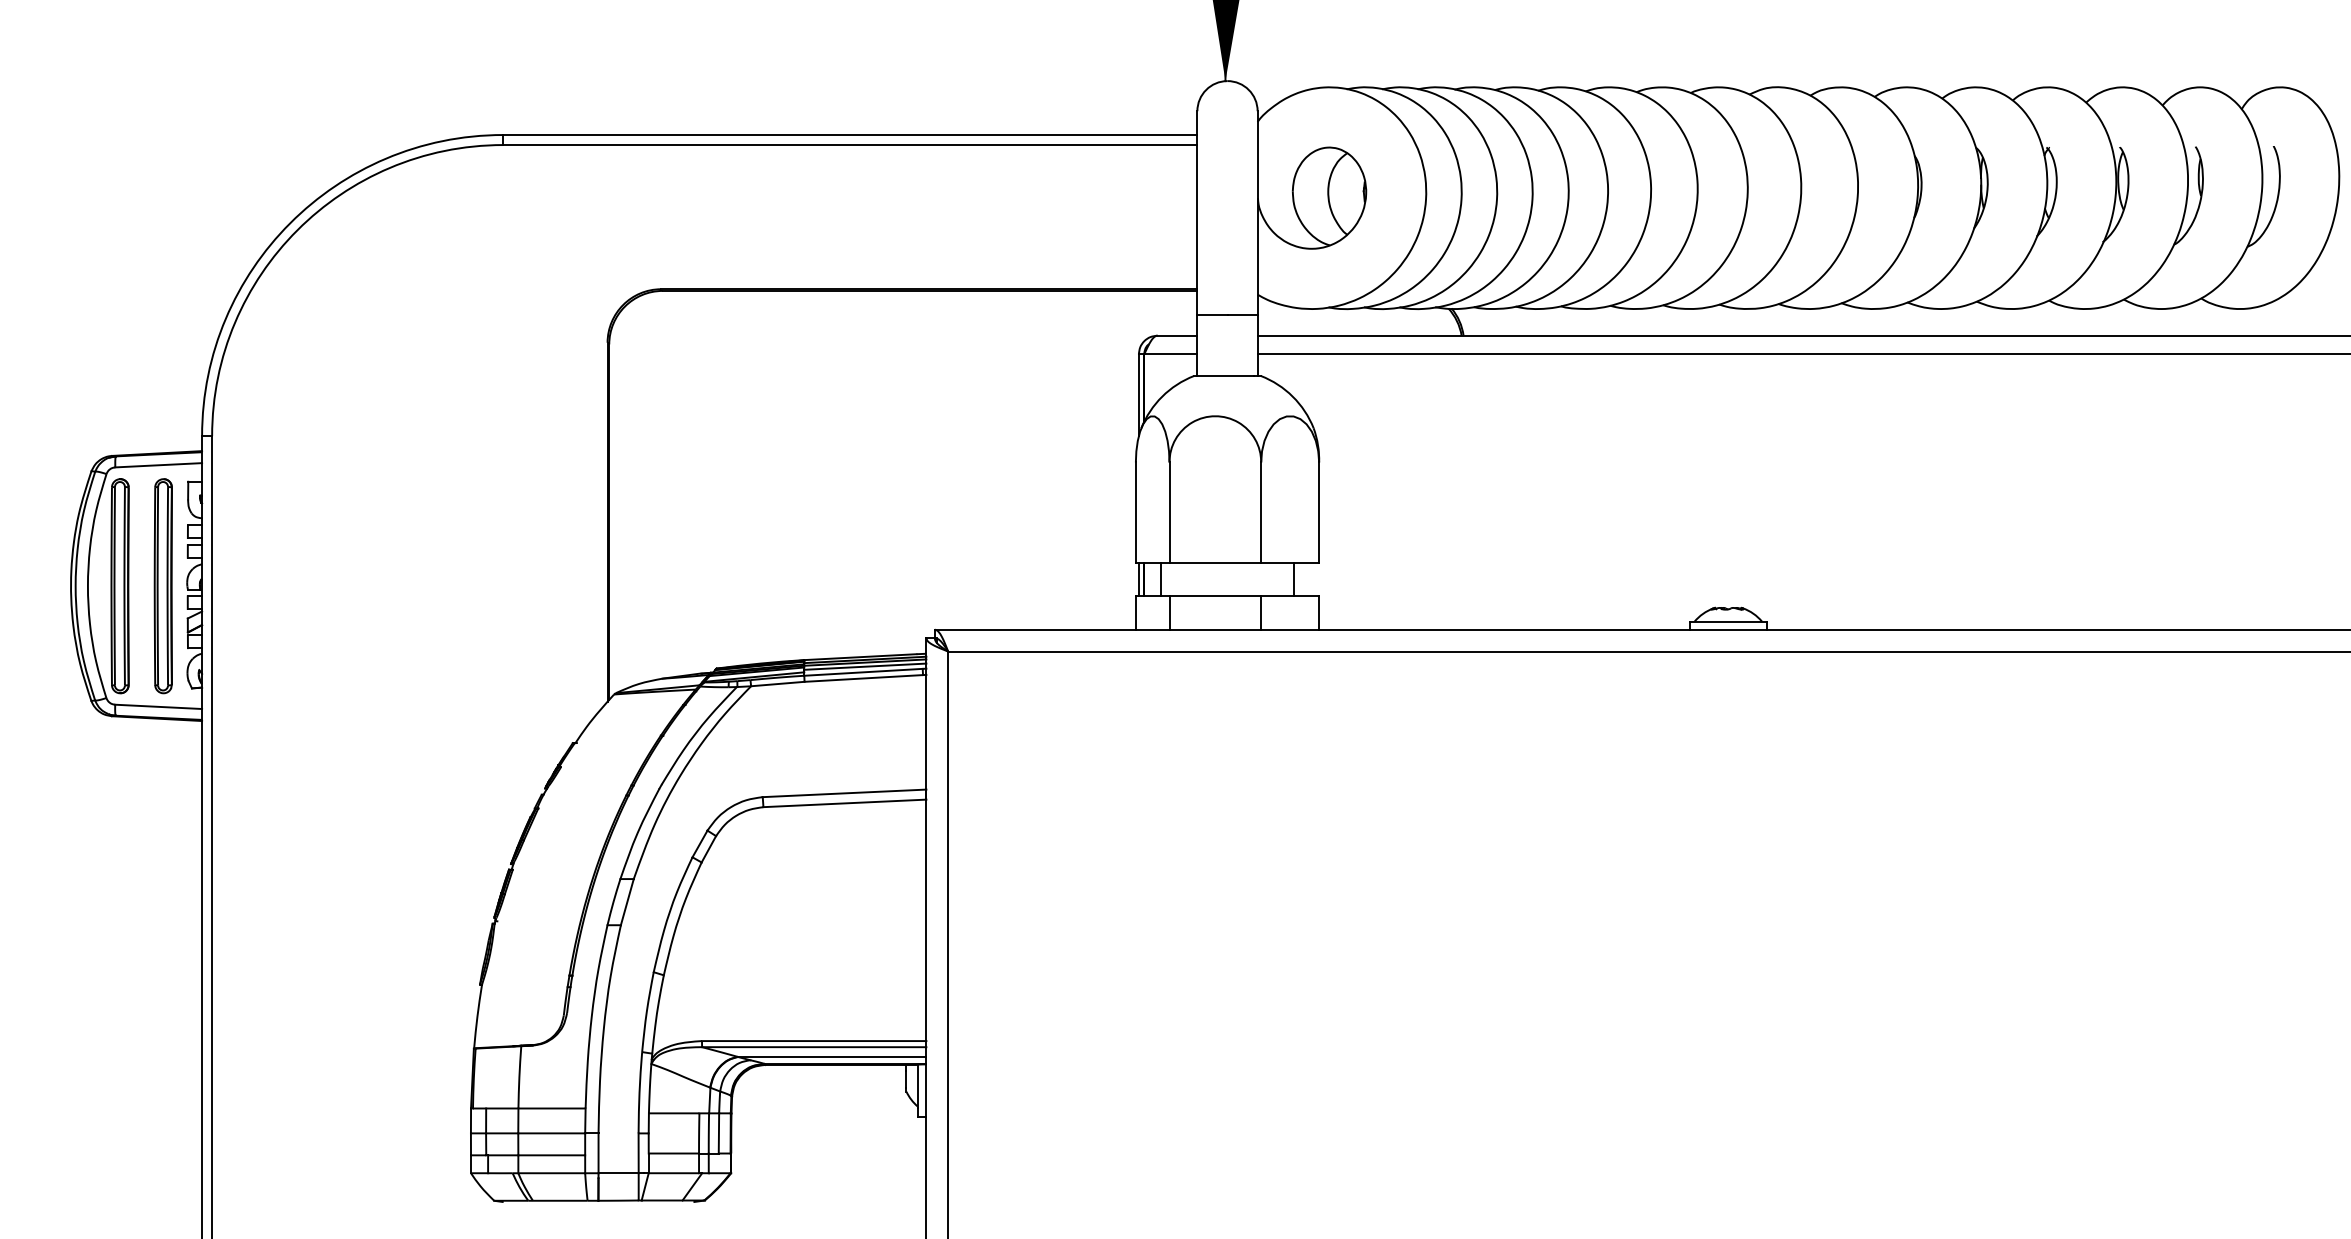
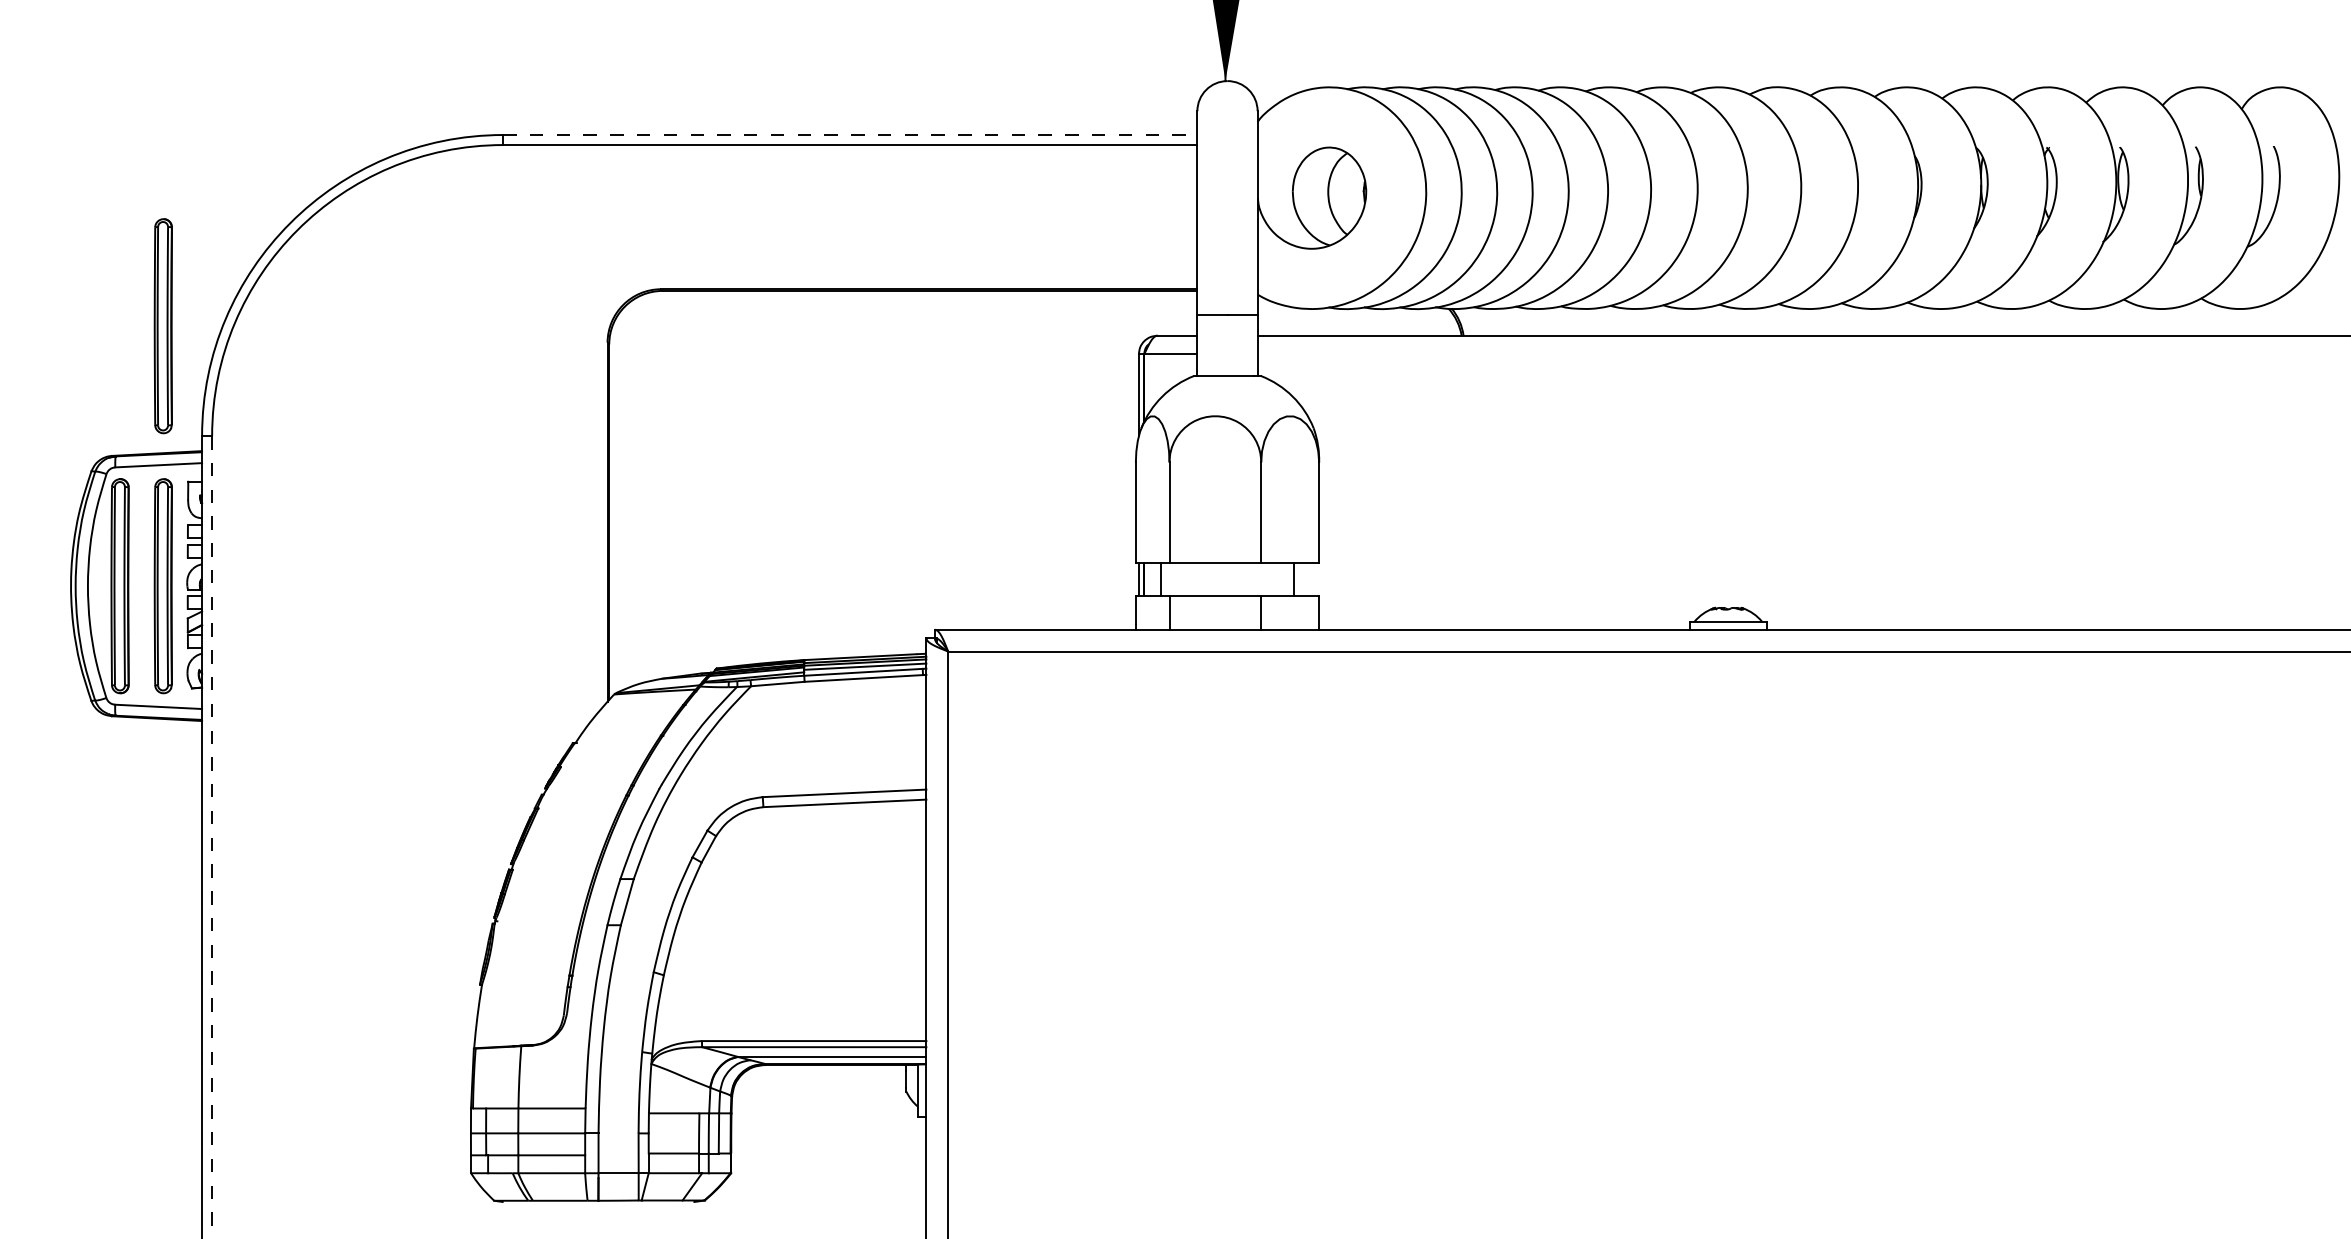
line at (850, 135): solid -> dashed
part at (162, 326): none -> present
line at (1802, 354): present -> none
line at (212, 837): solid -> dashed
